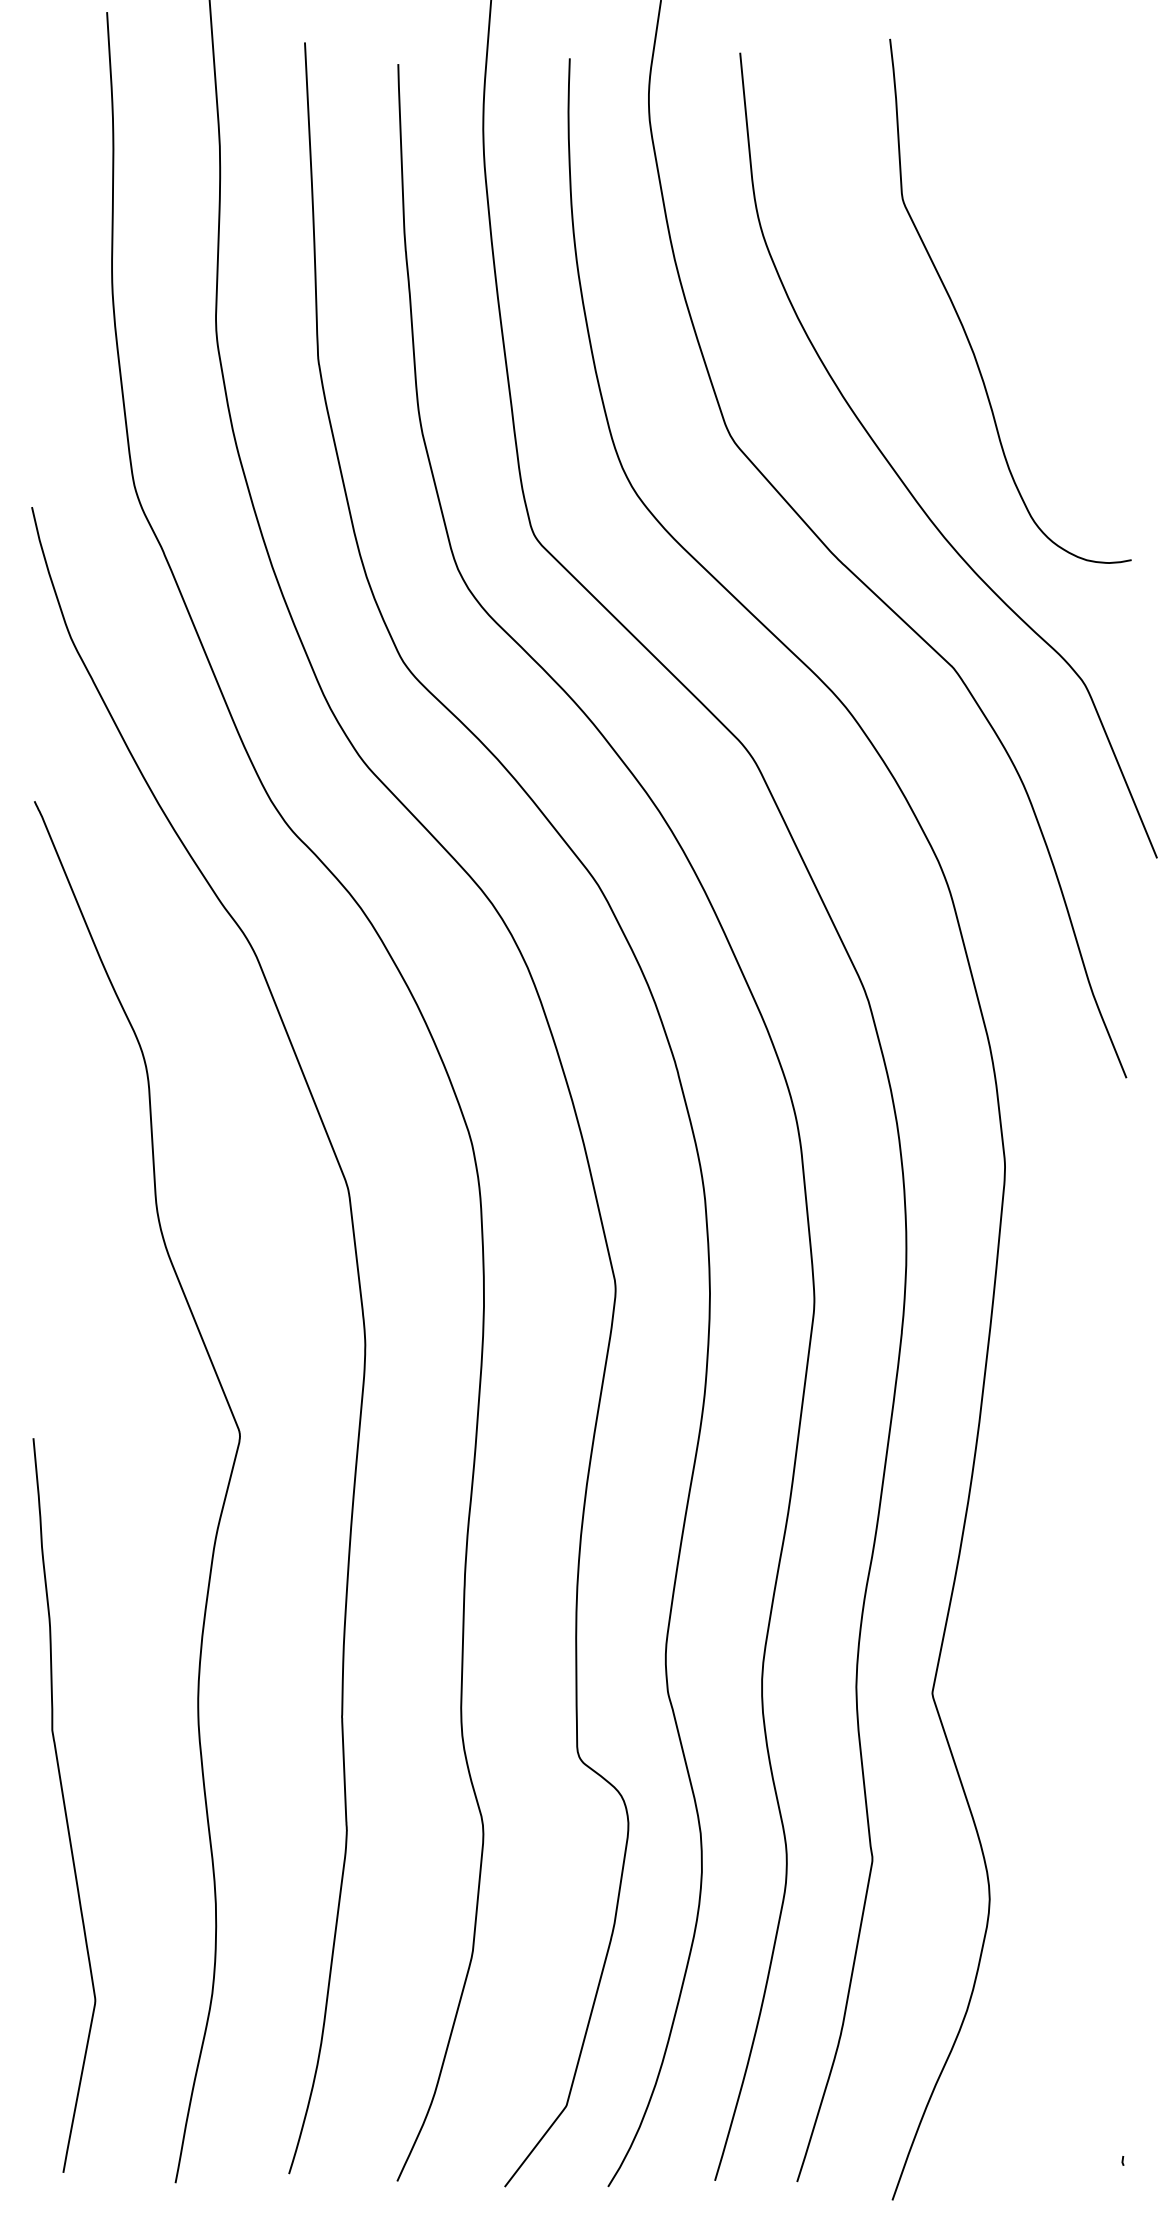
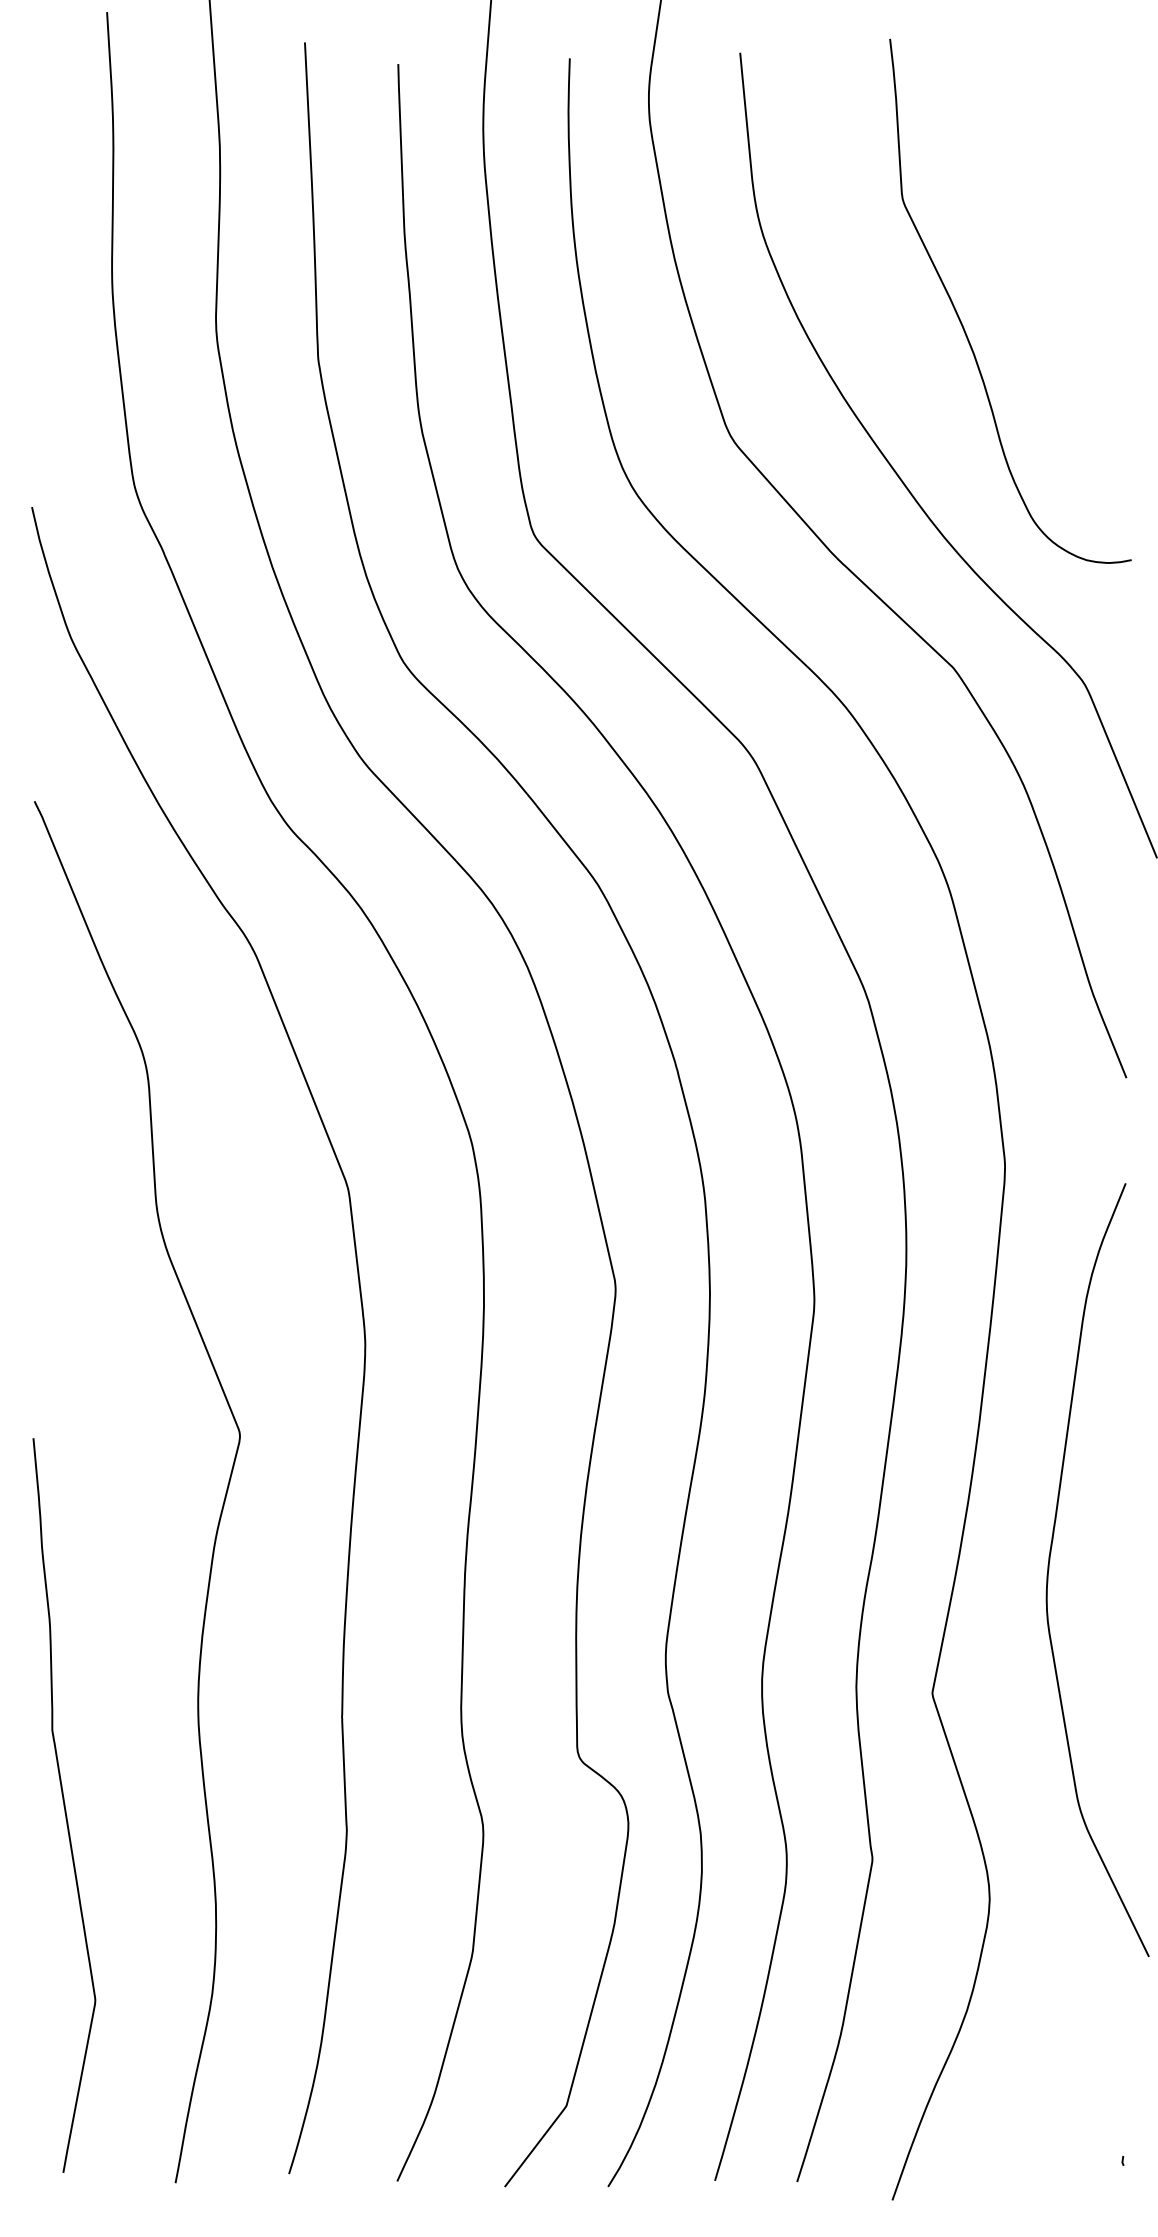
curve at (1049, 1570): none -> present
